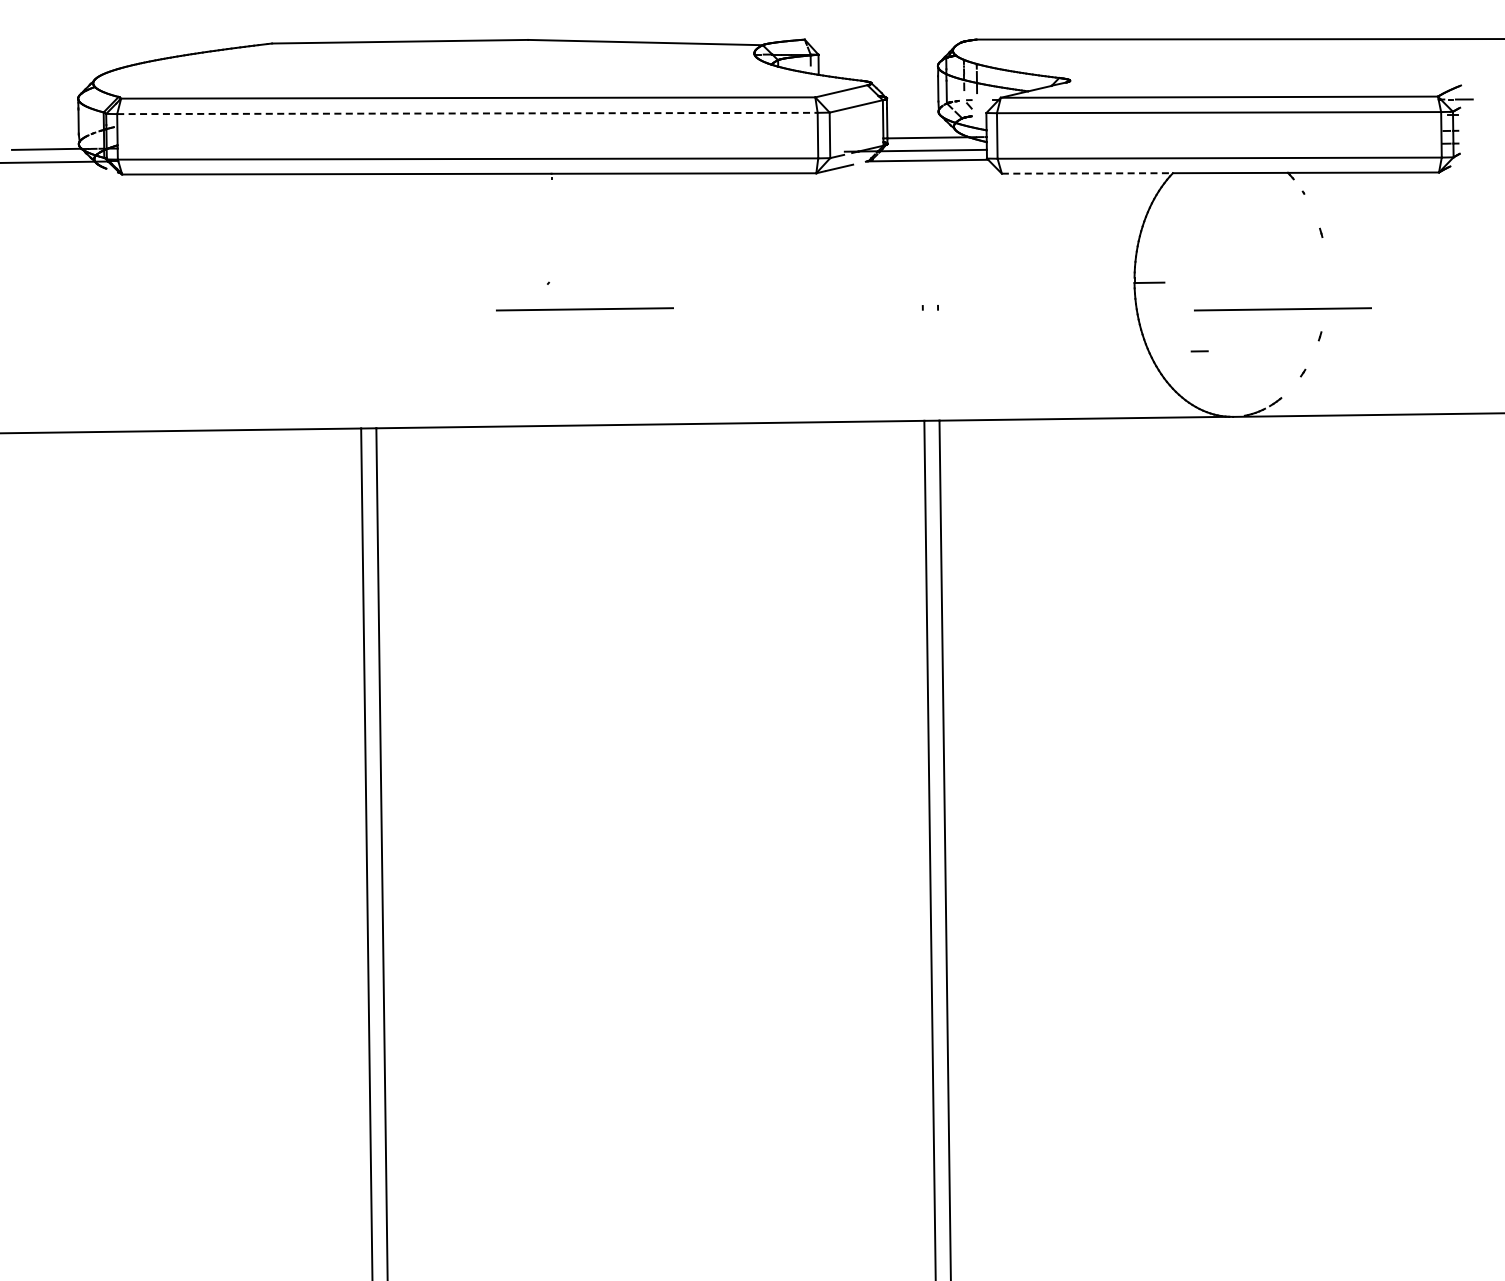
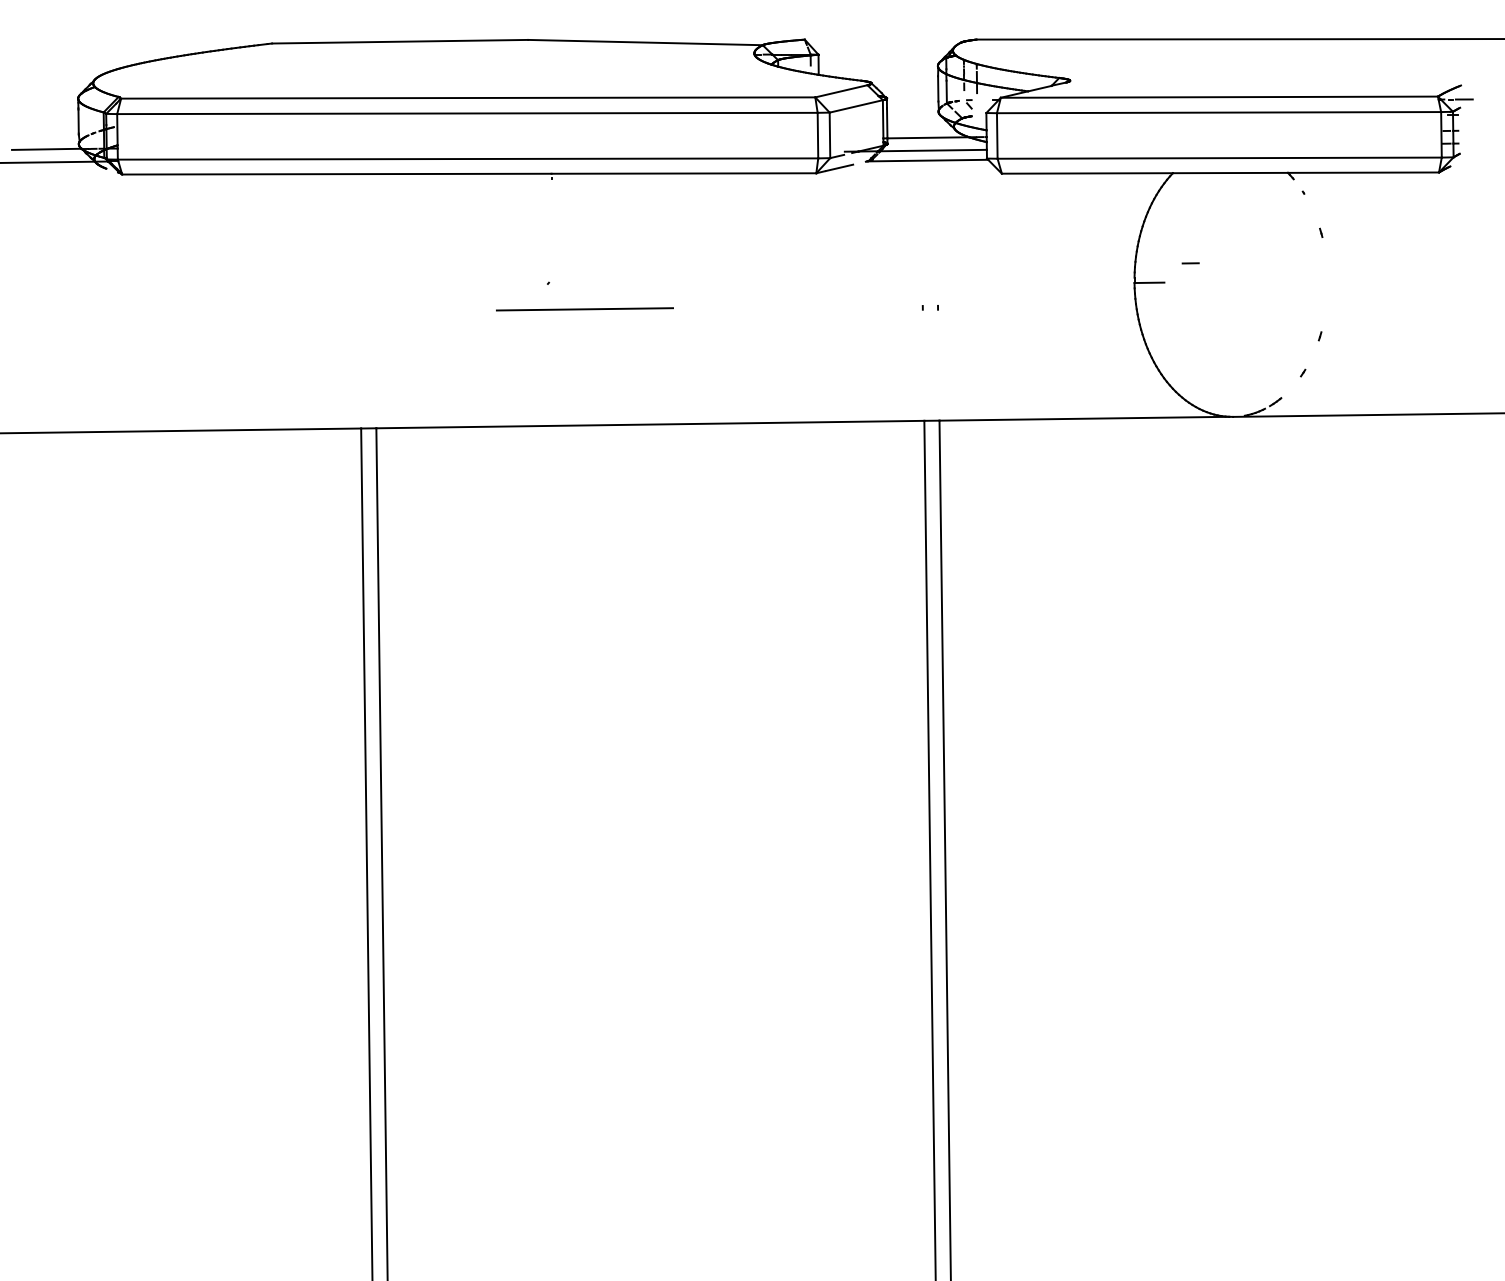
line at (467, 113): dashed -> solid
line at (1087, 173): dashed -> solid
line at (1282, 309): present -> none
line at (1199, 351) position: (1199, 351) -> (1190, 263)
